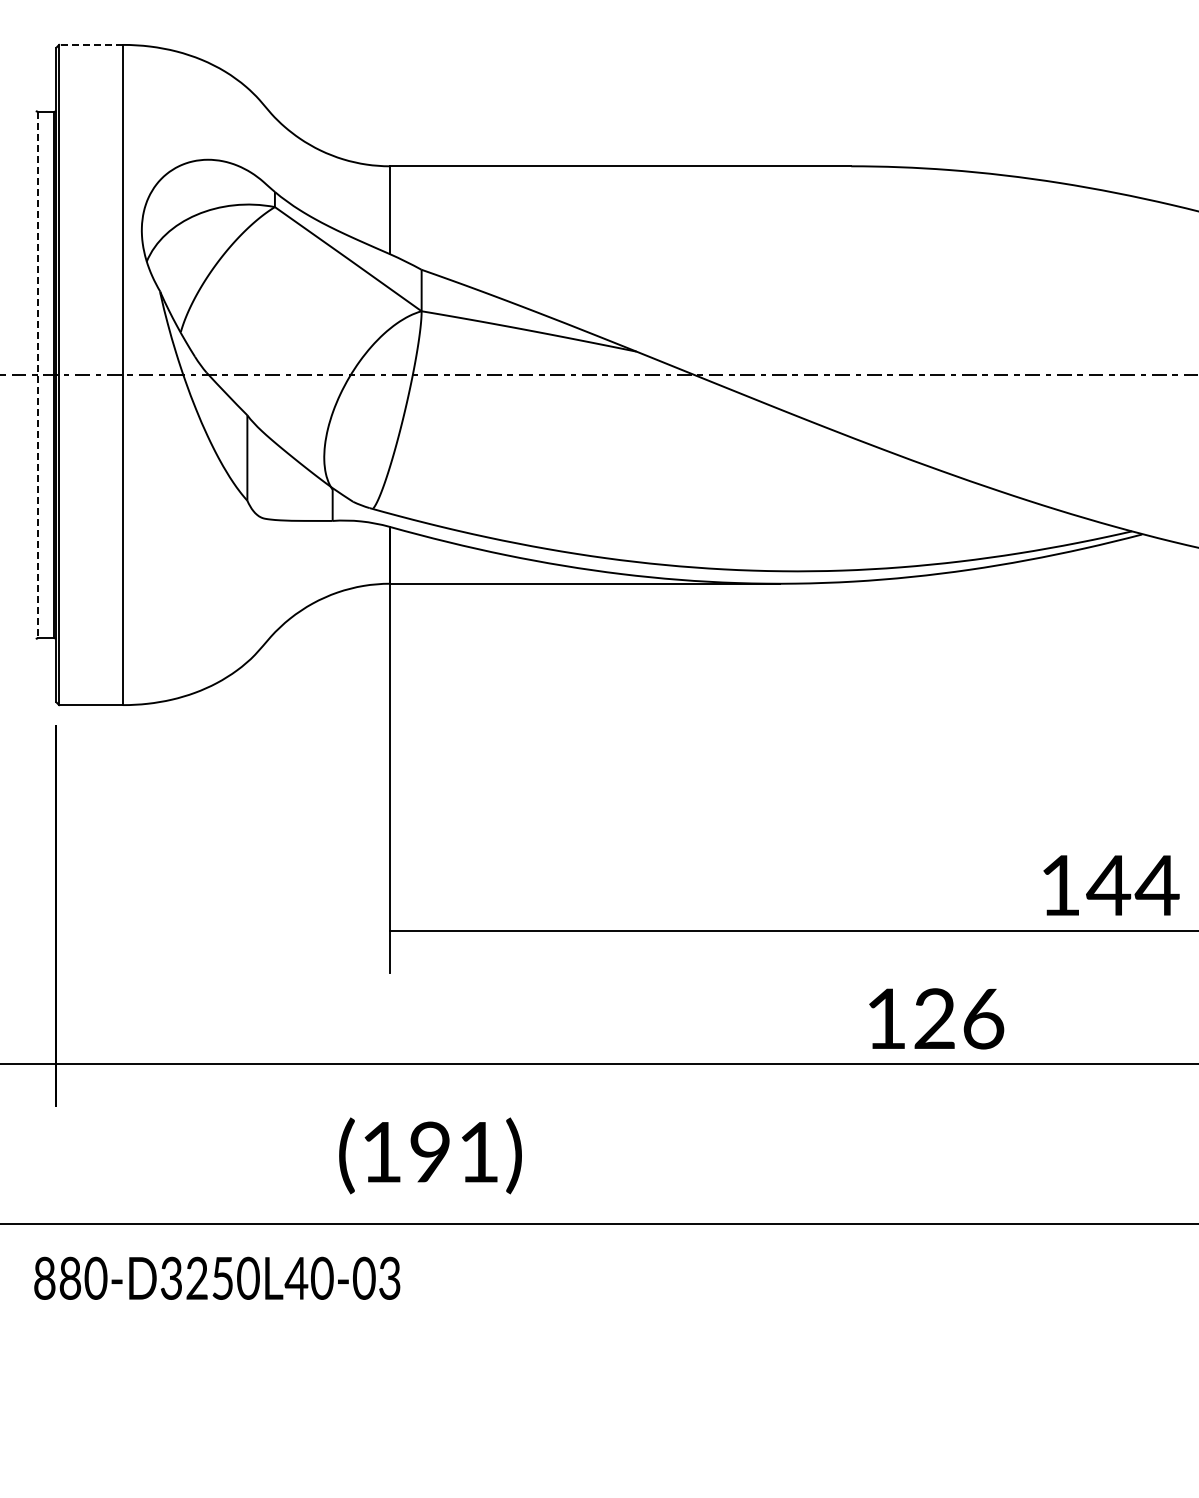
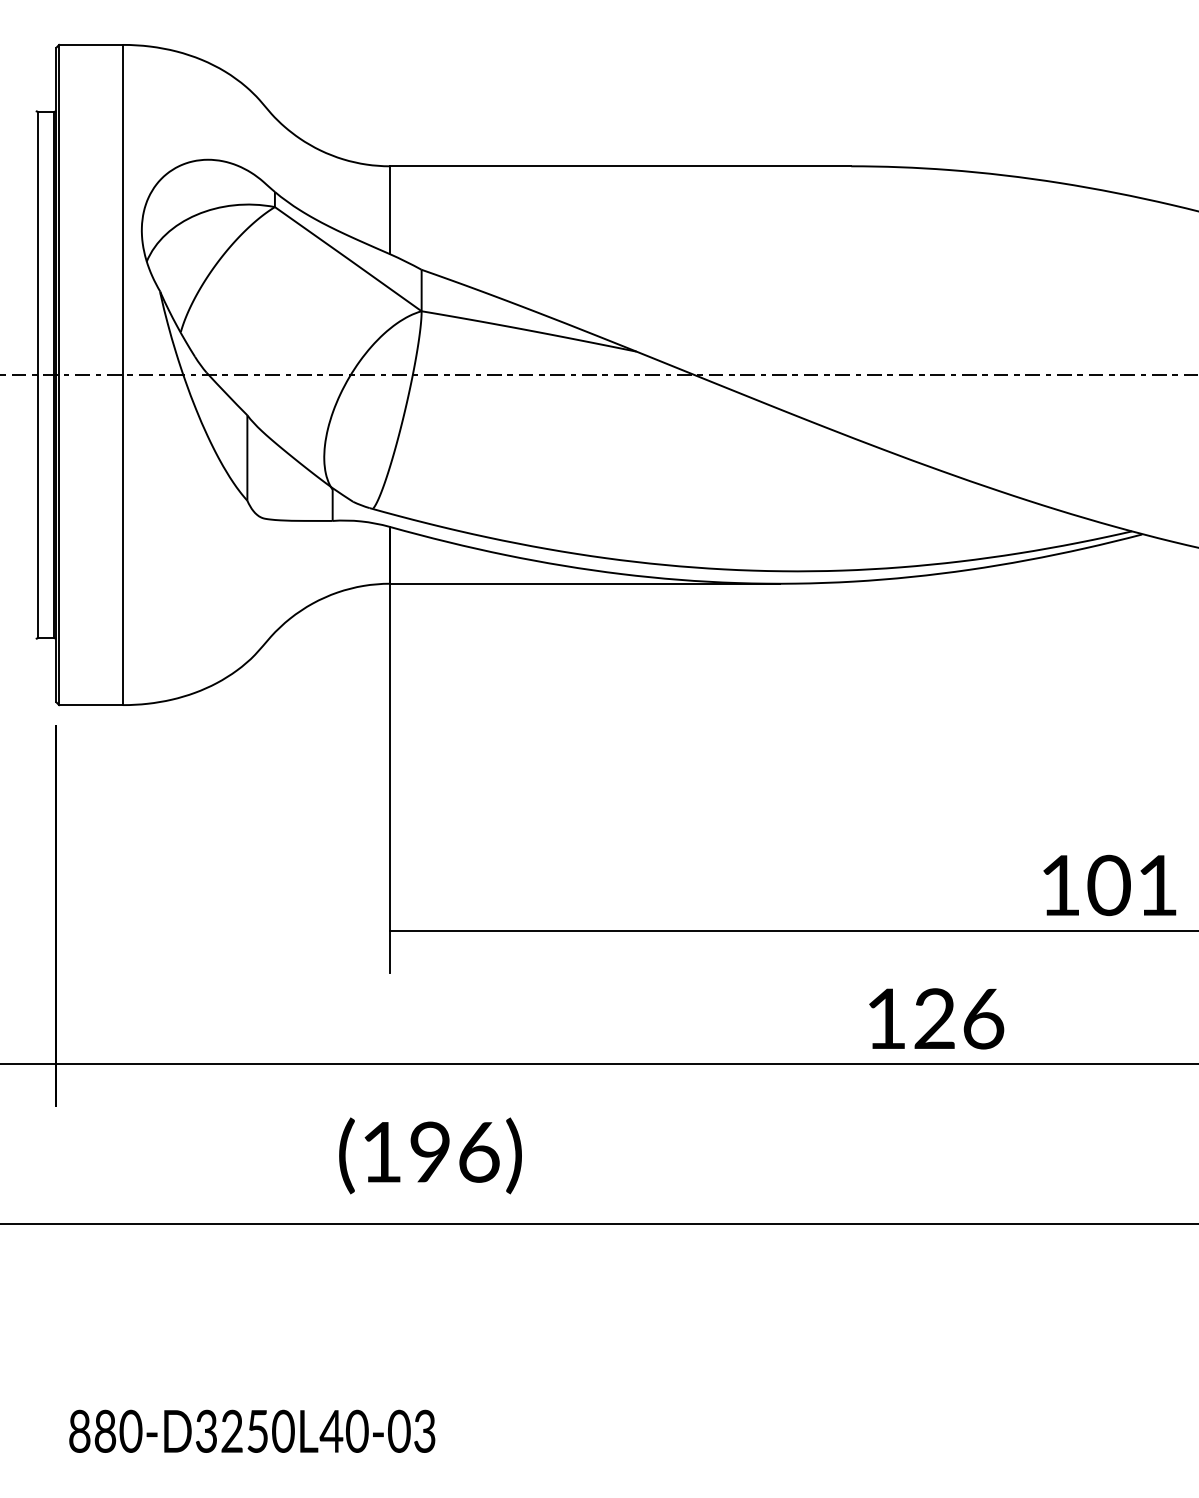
line at (90, 44): dashed -> solid
line at (38, 375): dashed -> solid
text at (1132, 885): 144 -> 101
text at (479, 1152): (191) -> (196)
text at (217, 1277) position: (217, 1277) -> (252, 1430)
